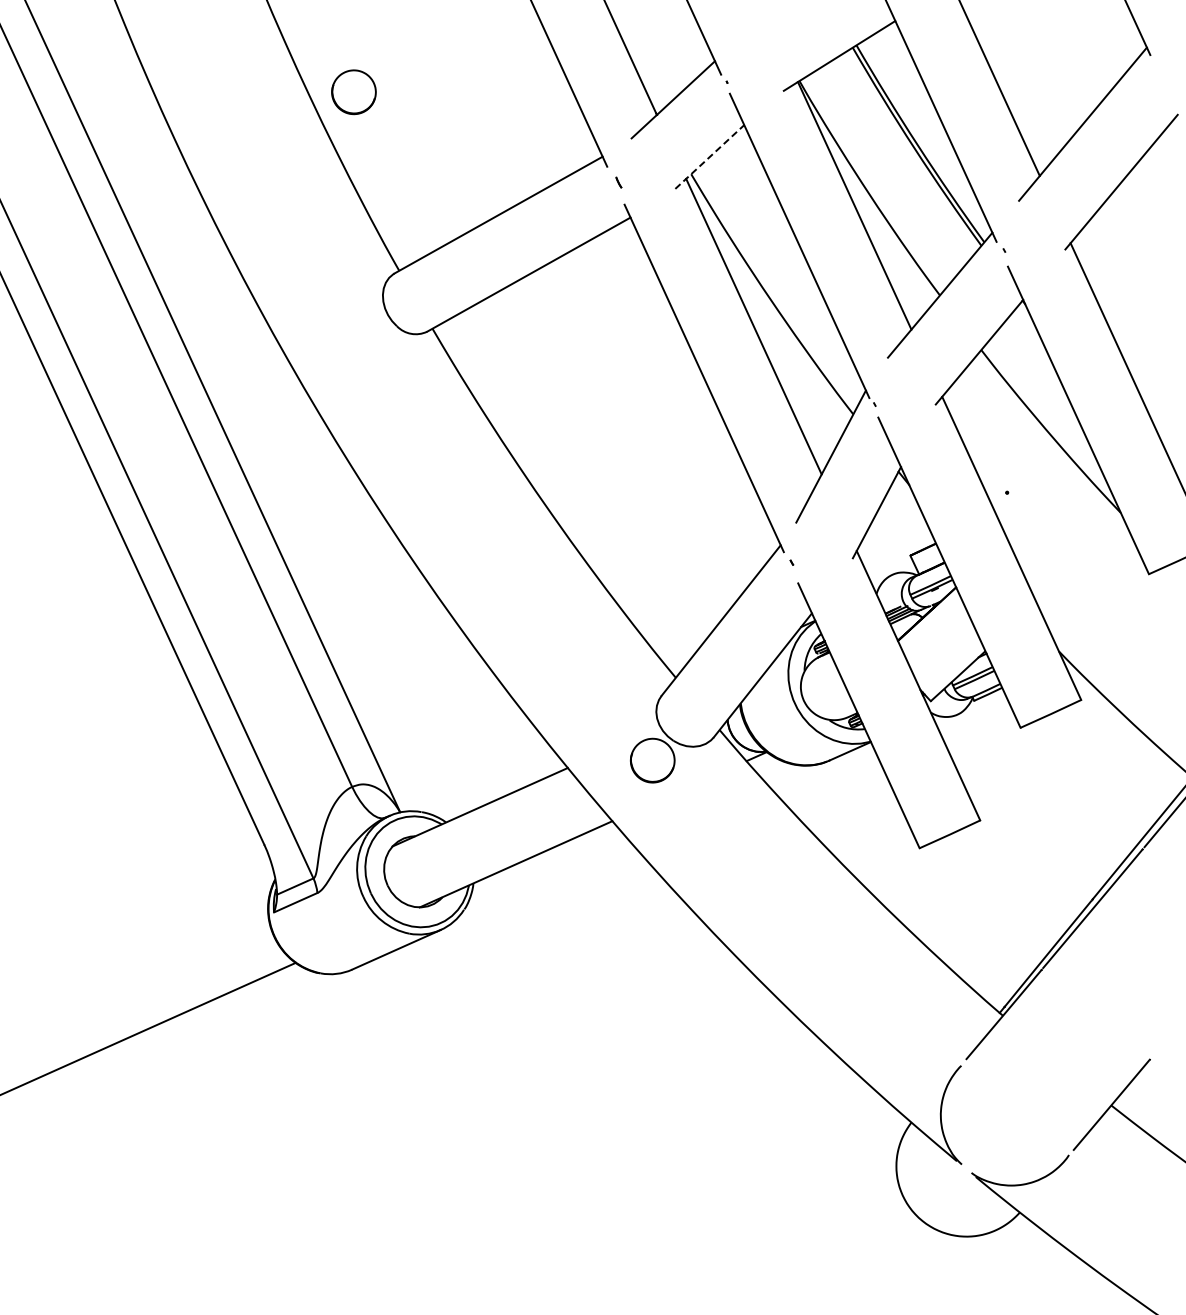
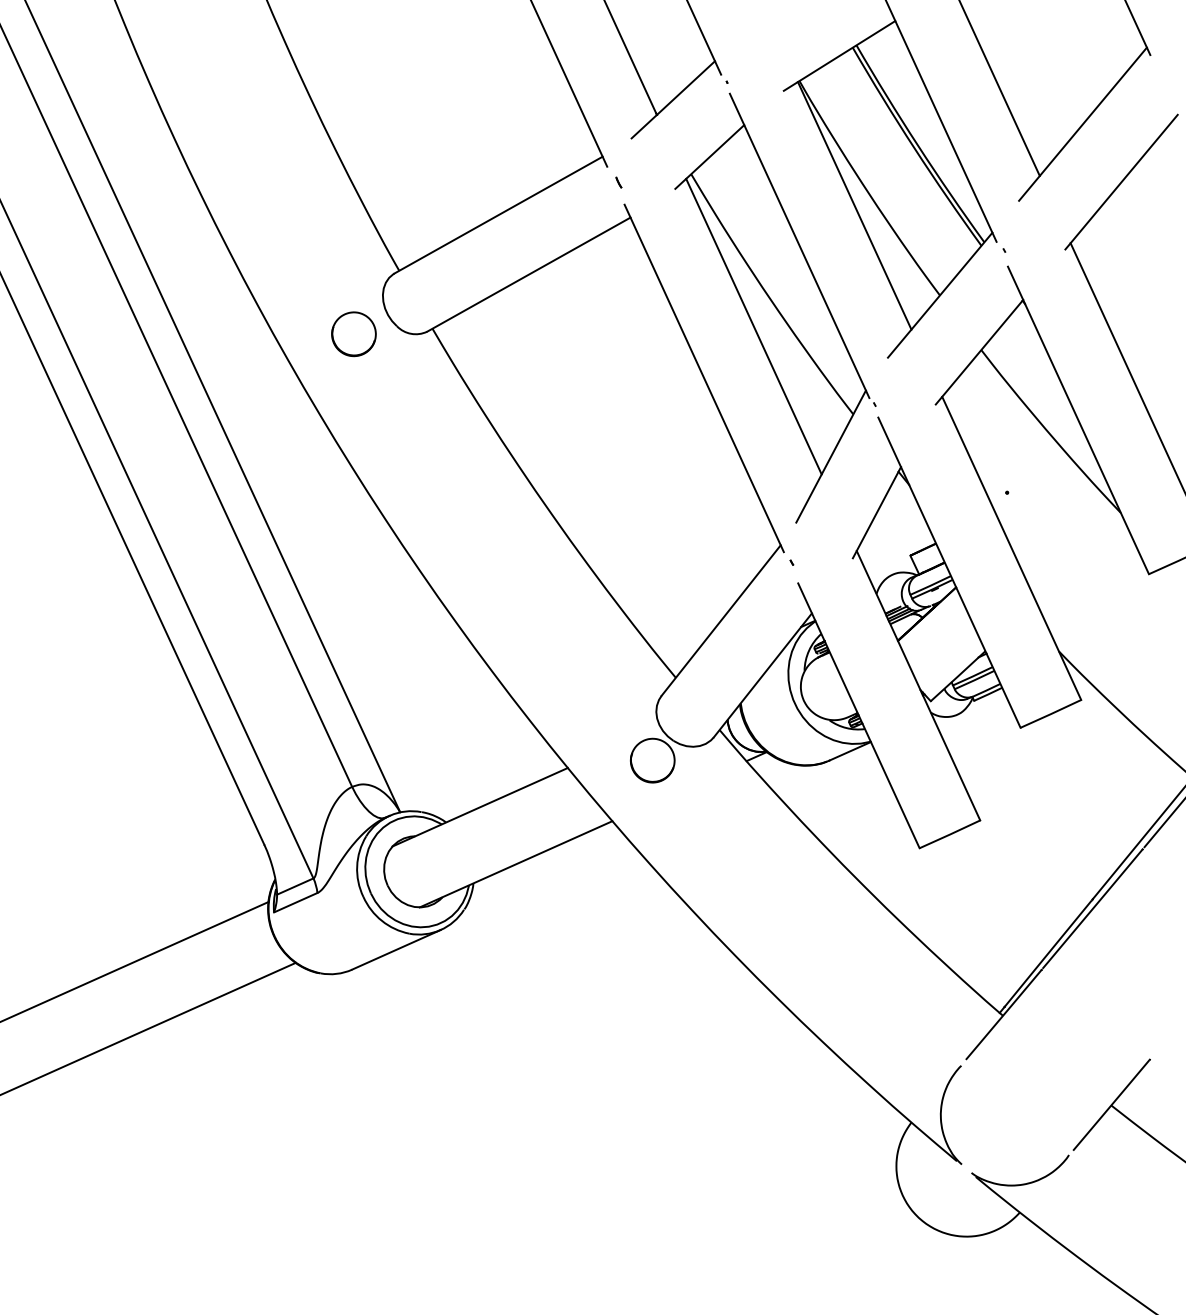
part at (353, 92) position: (353, 92) -> (353, 334)
line at (709, 157): dashed -> solid
line at (135, 961): none -> present
